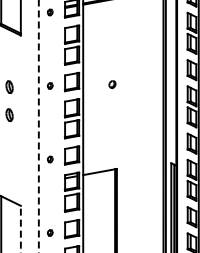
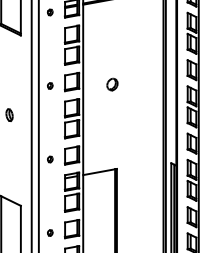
part at (112, 84) size: 9x10 px -> 13x15 px
part at (9, 86): present -> none
line at (31, 125): none -> present
line at (38, 126): dashed -> solid
line at (20, 228): dashed -> solid
